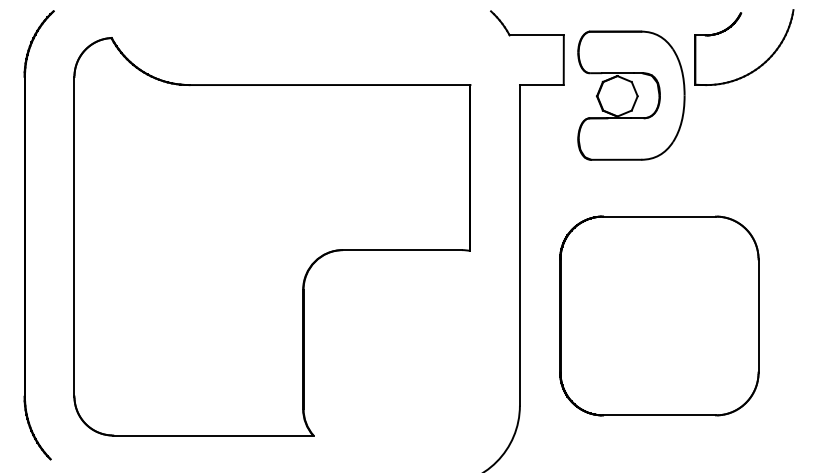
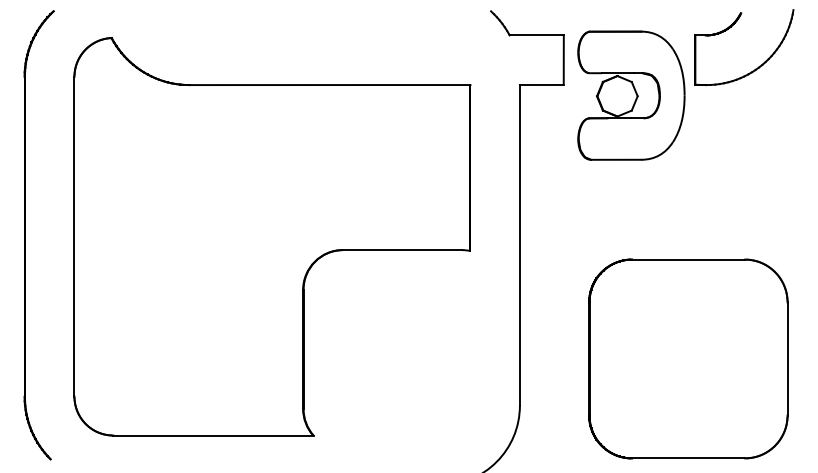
part at (659, 315) position: (659, 315) -> (688, 358)
